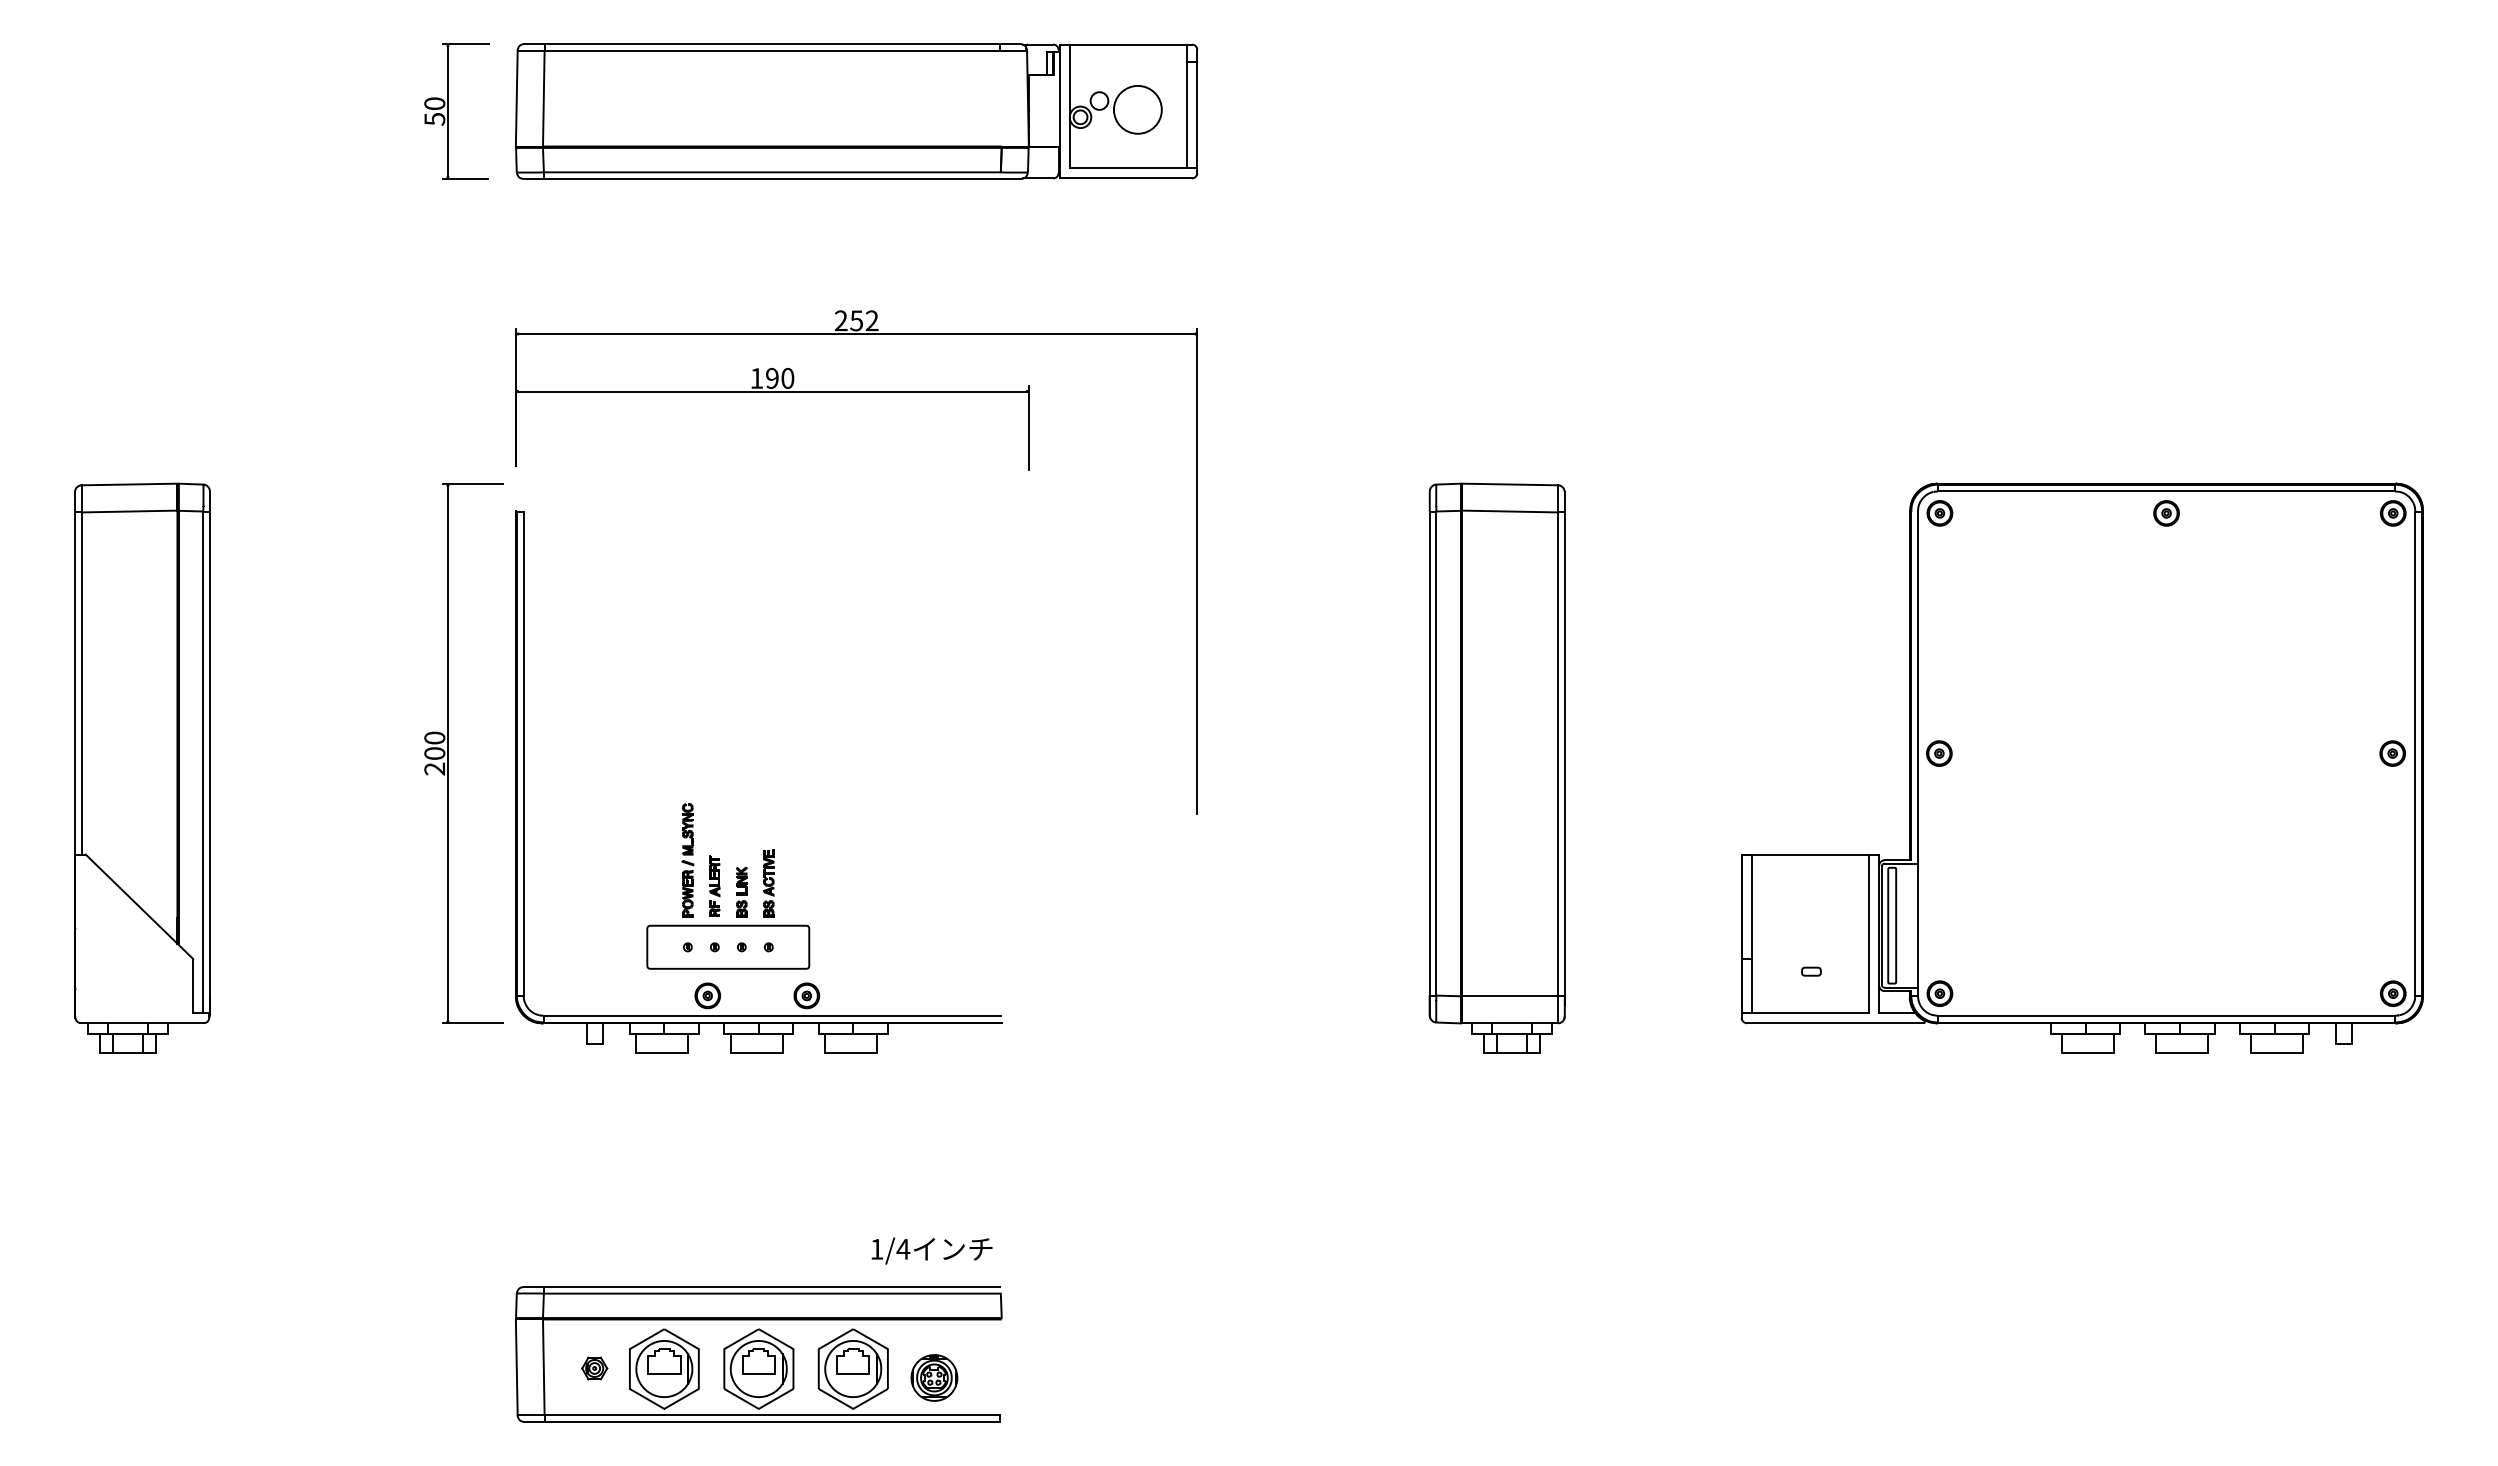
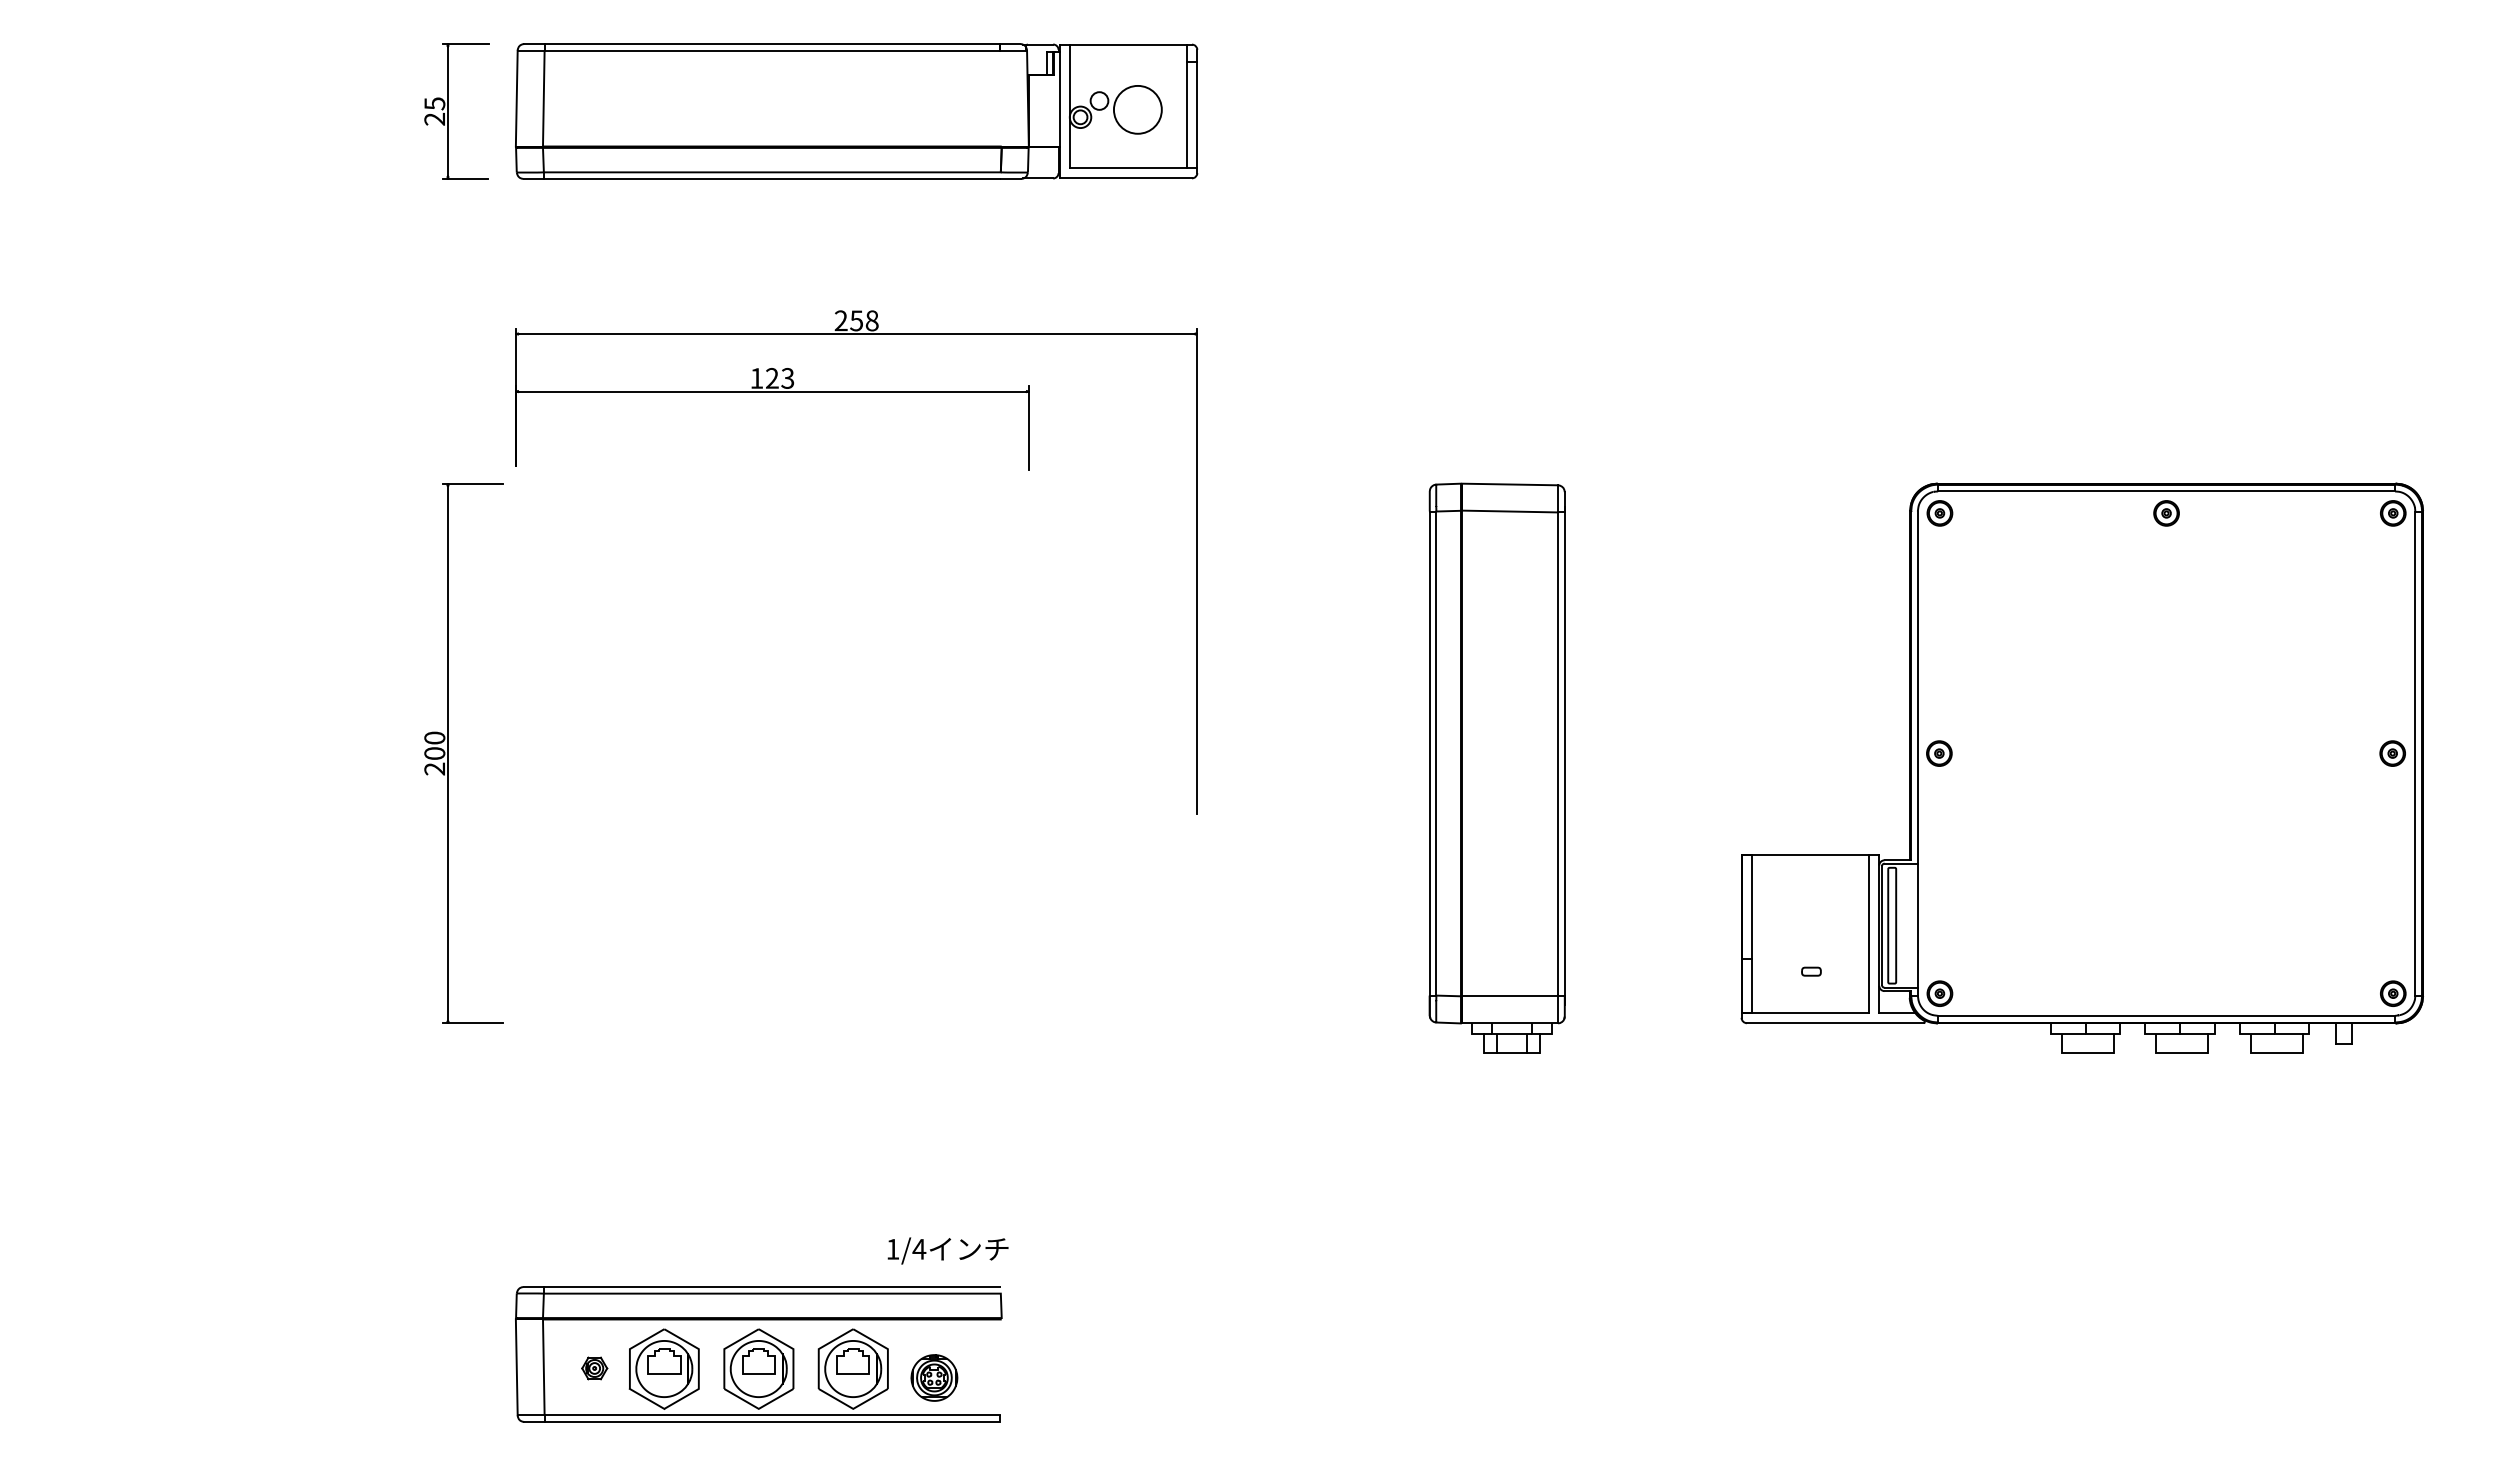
text at (434, 111): 50 -> 25
text at (871, 320): 252 -> 258
text at (780, 378): 190 -> 123
part at (141, 767): present -> none
part at (763, 850): present -> none
text at (931, 1250) position: (931, 1250) -> (947, 1250)
